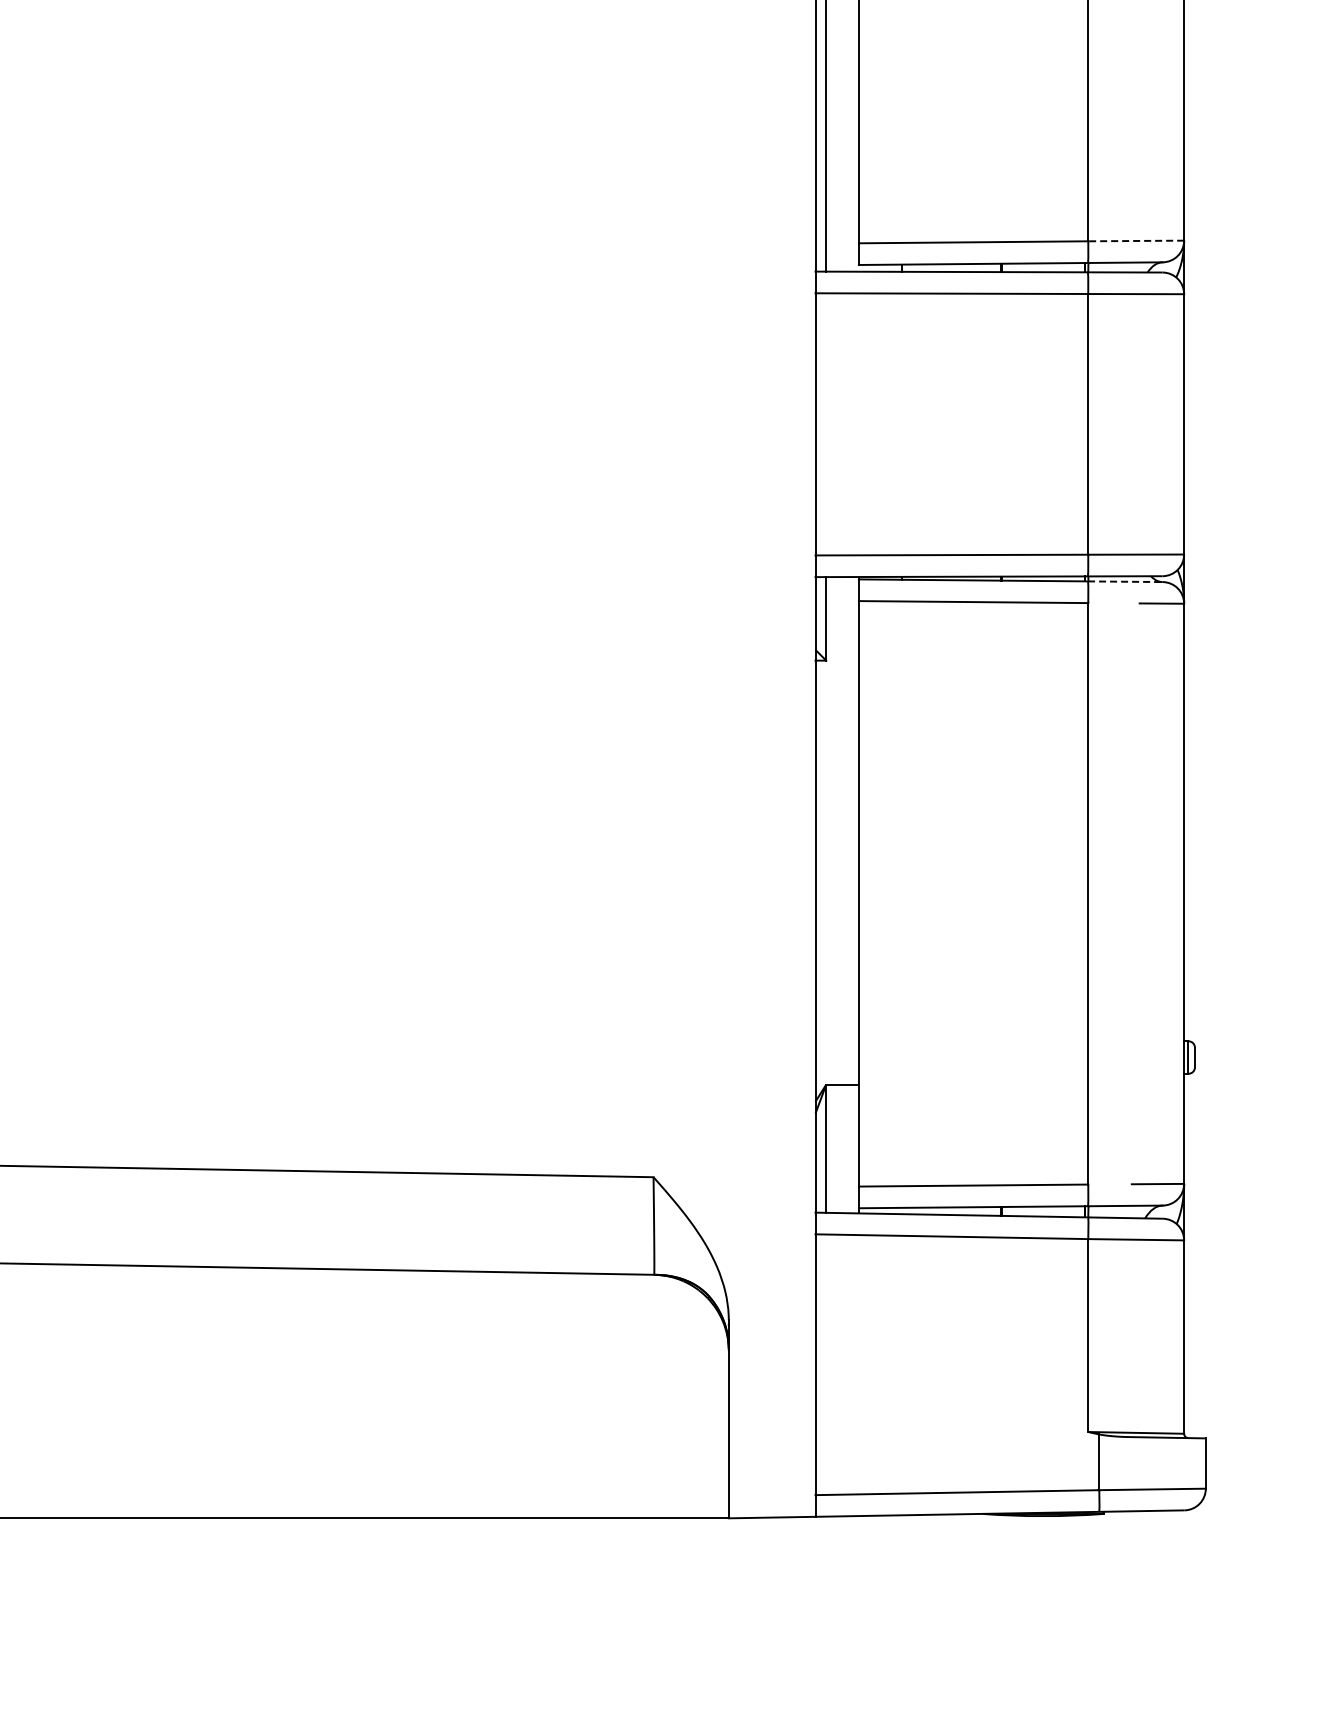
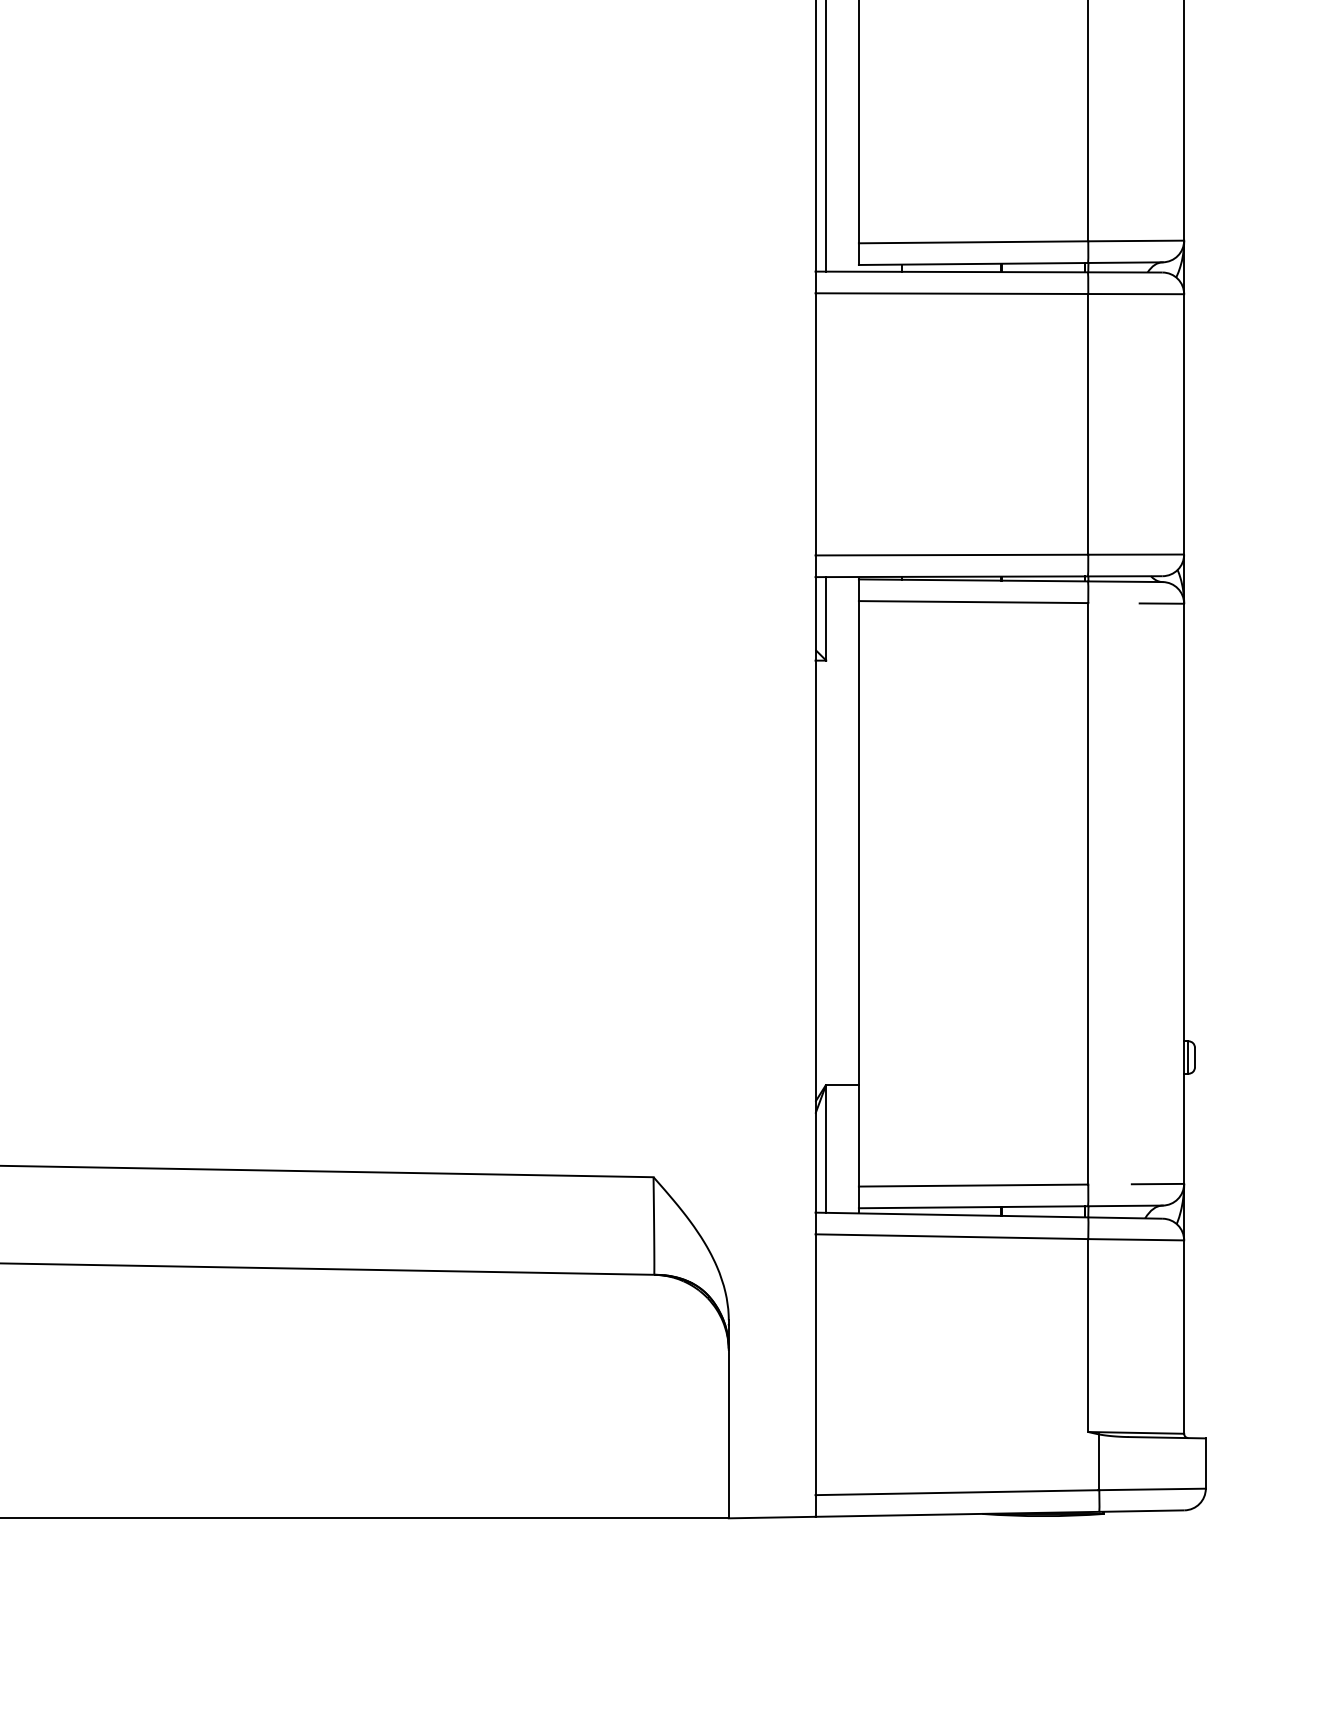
line at (1136, 240): dashed -> solid
line at (1125, 581): dashed -> solid
